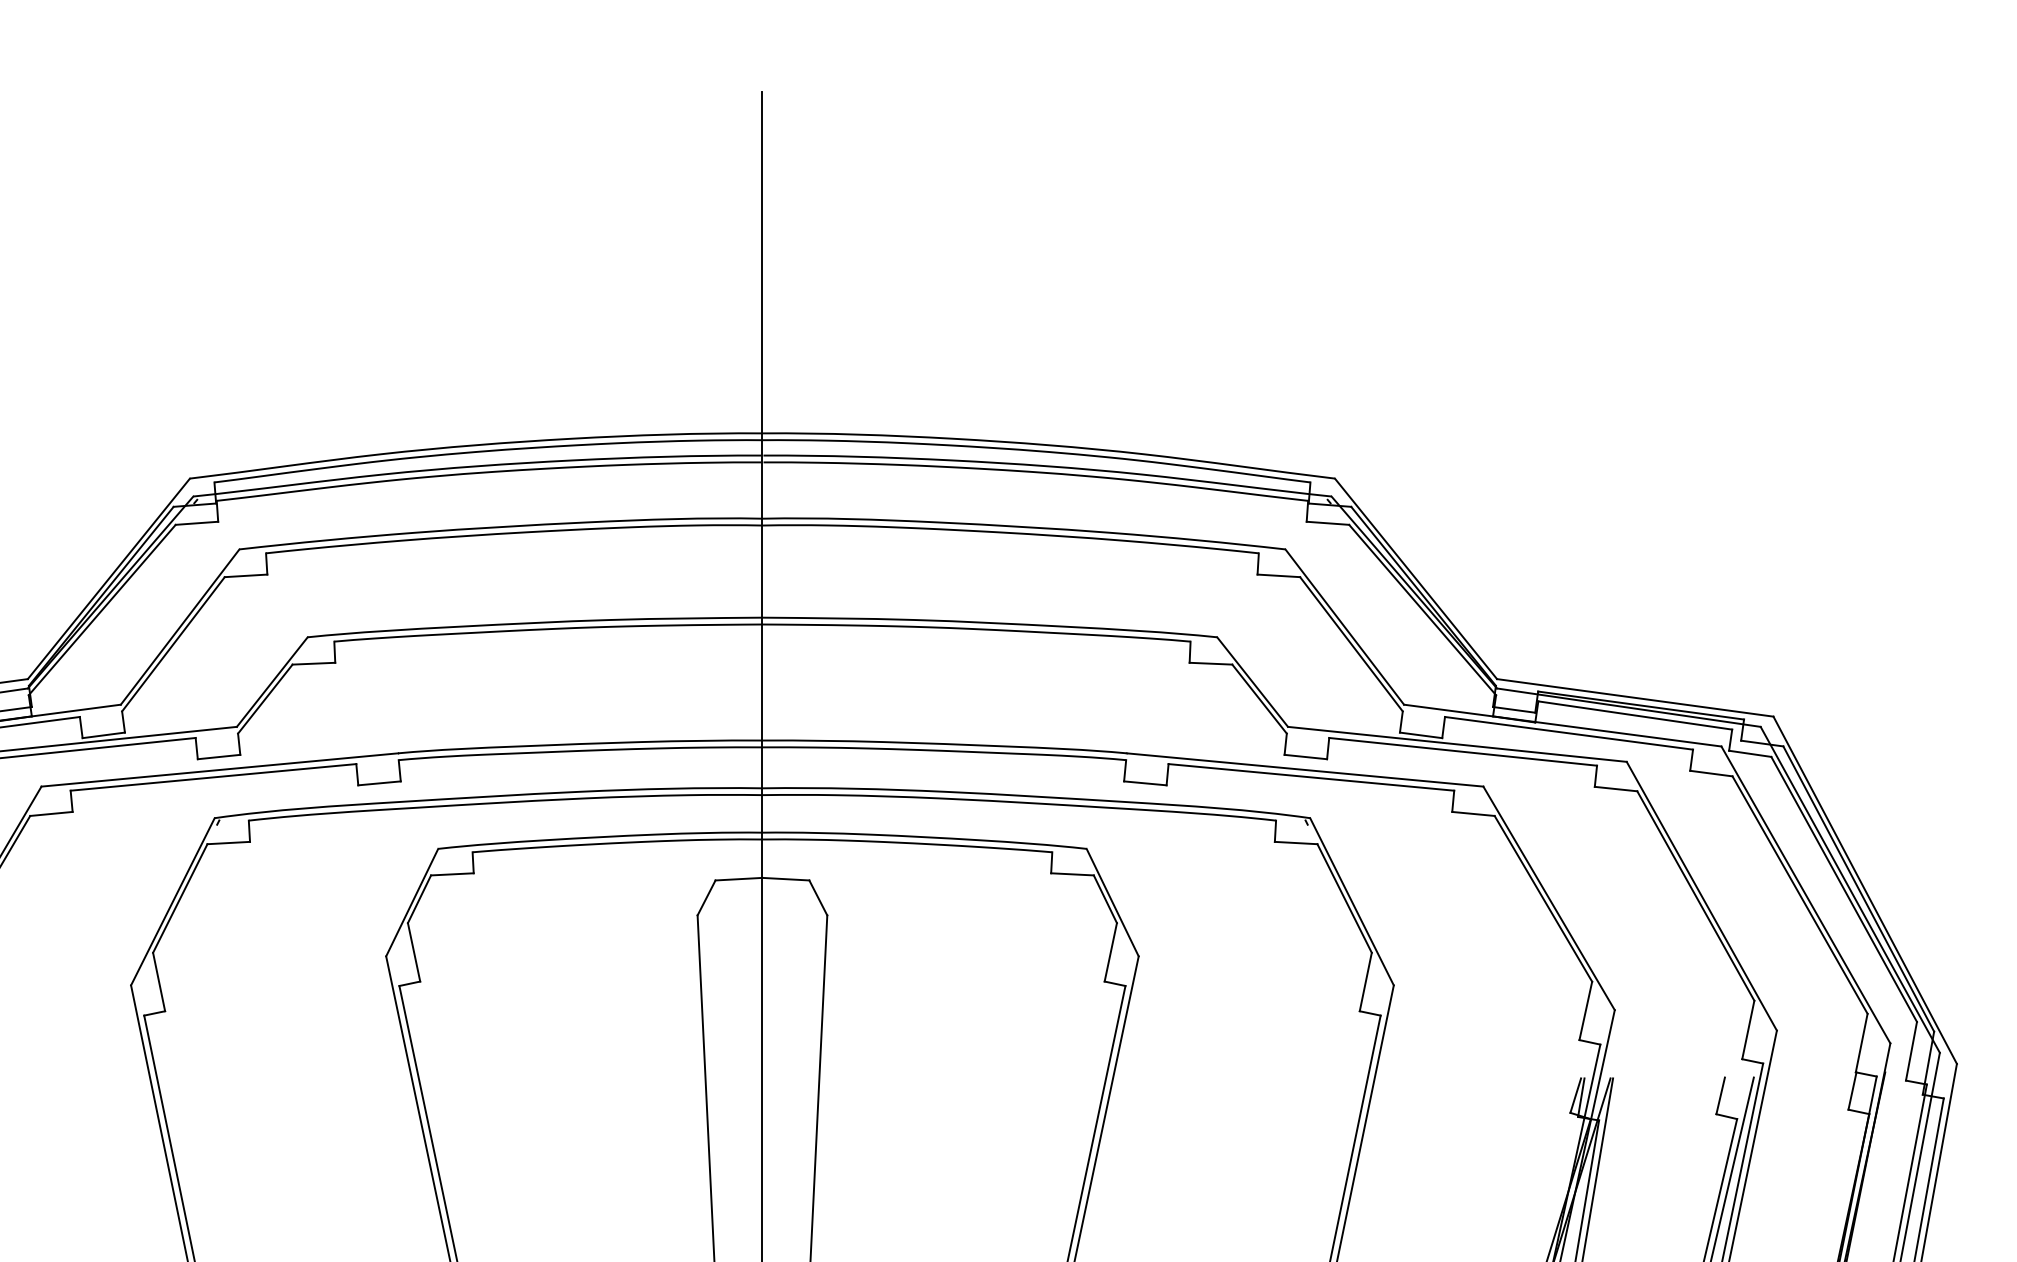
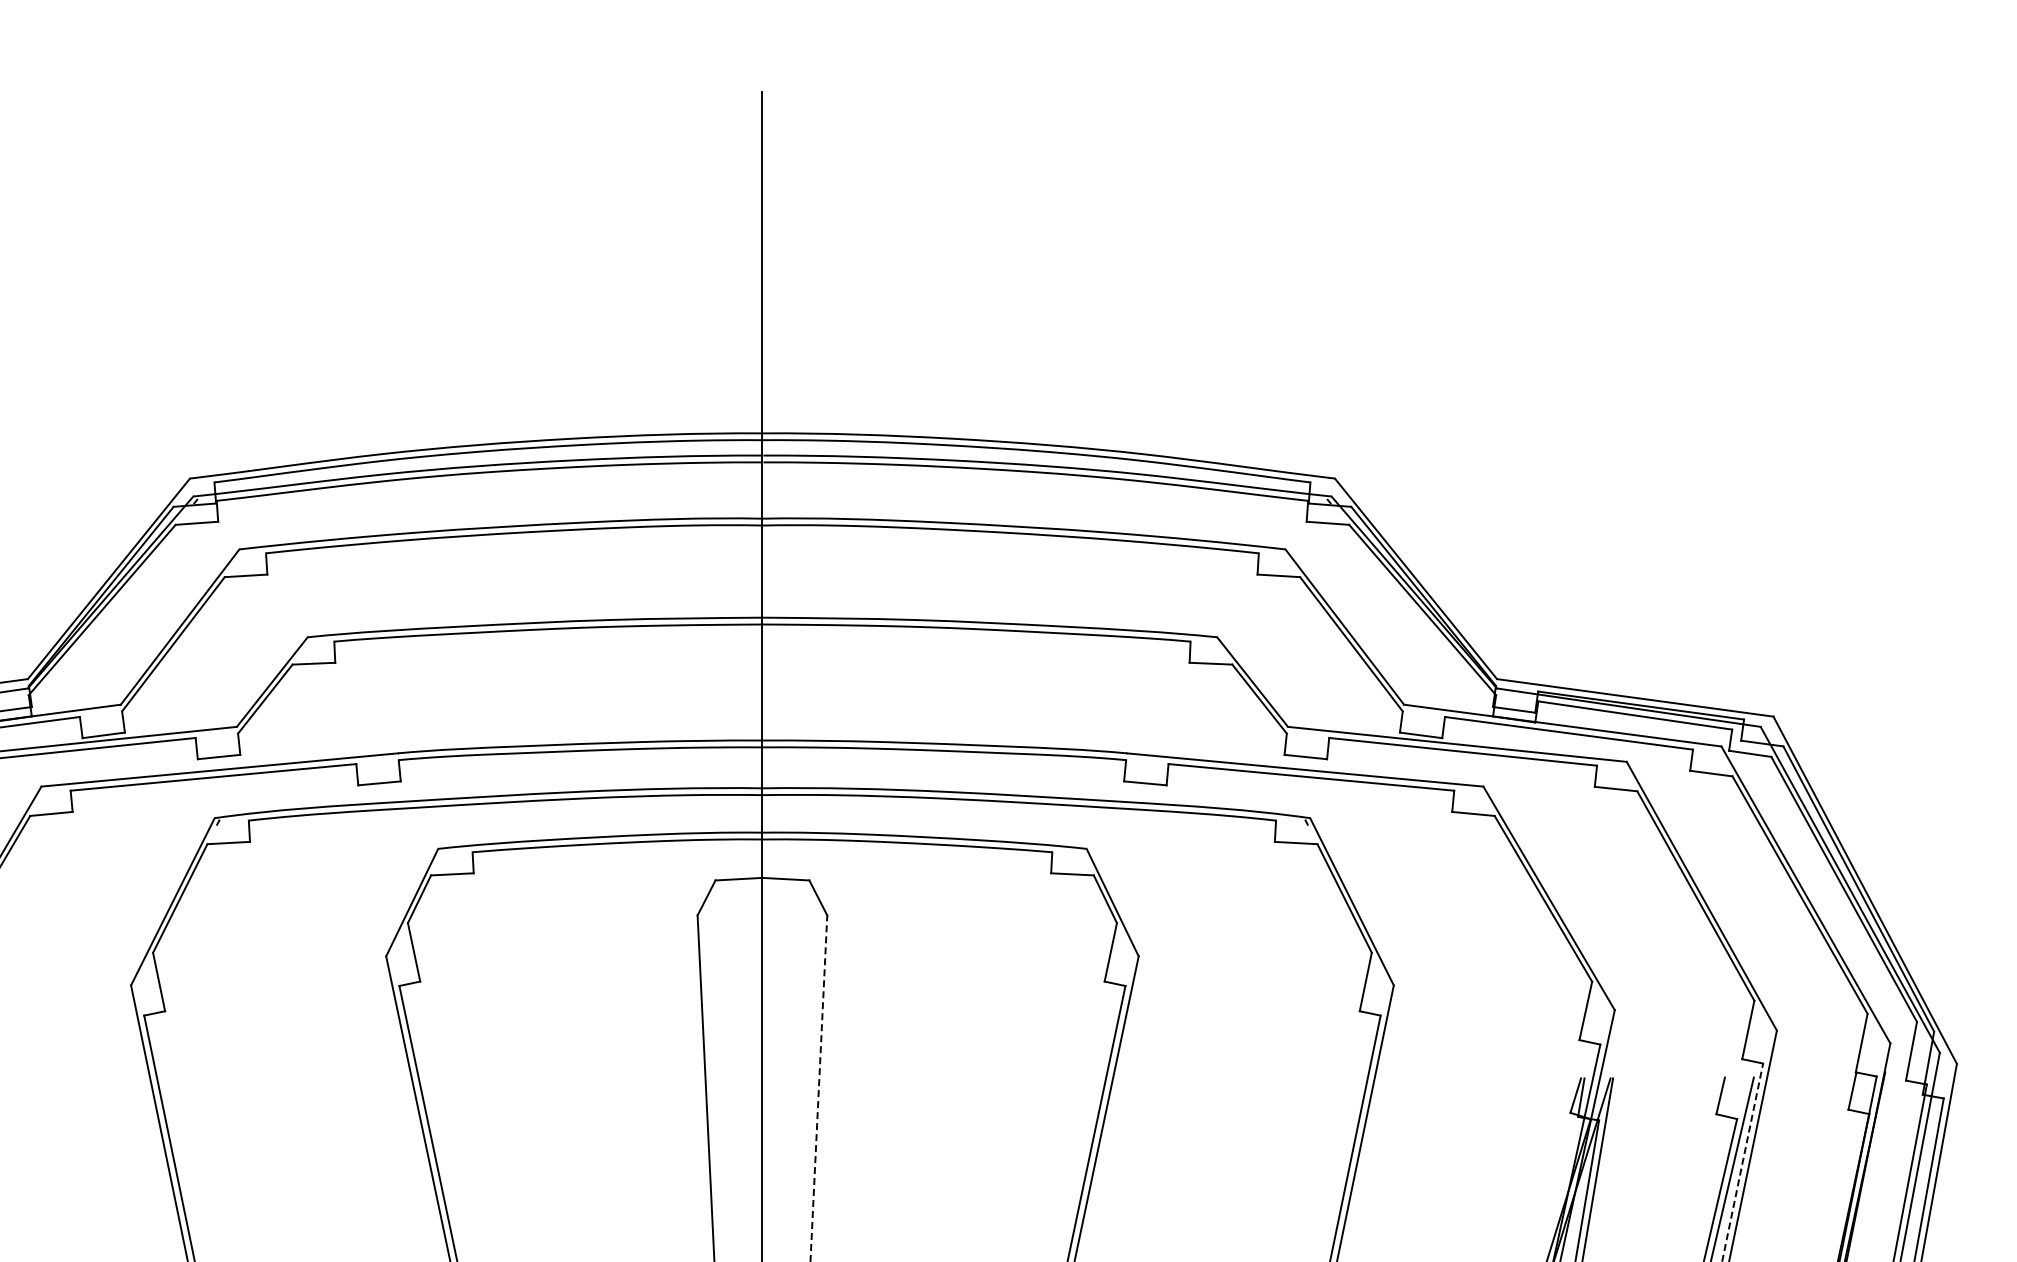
line at (818, 1088): solid -> dashed
line at (1742, 1162): solid -> dashed
